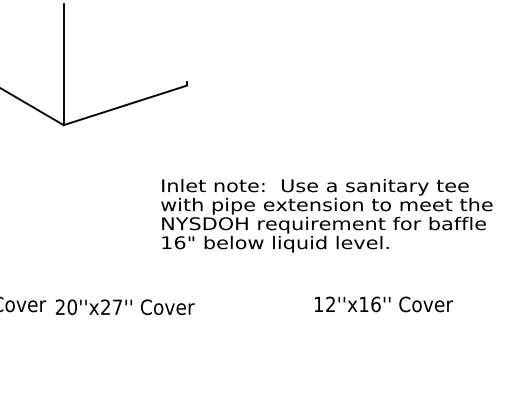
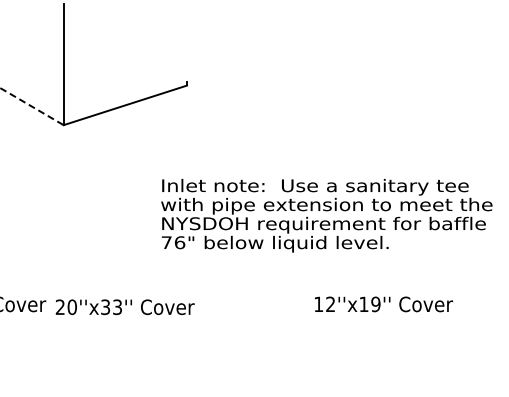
line at (32, 107): solid -> dashed
text at (166, 242): 16" -> 76"
text at (375, 304): 12''x16'' -> 12''x19''
text at (111, 307): 20''x27'' -> 20''x33''
